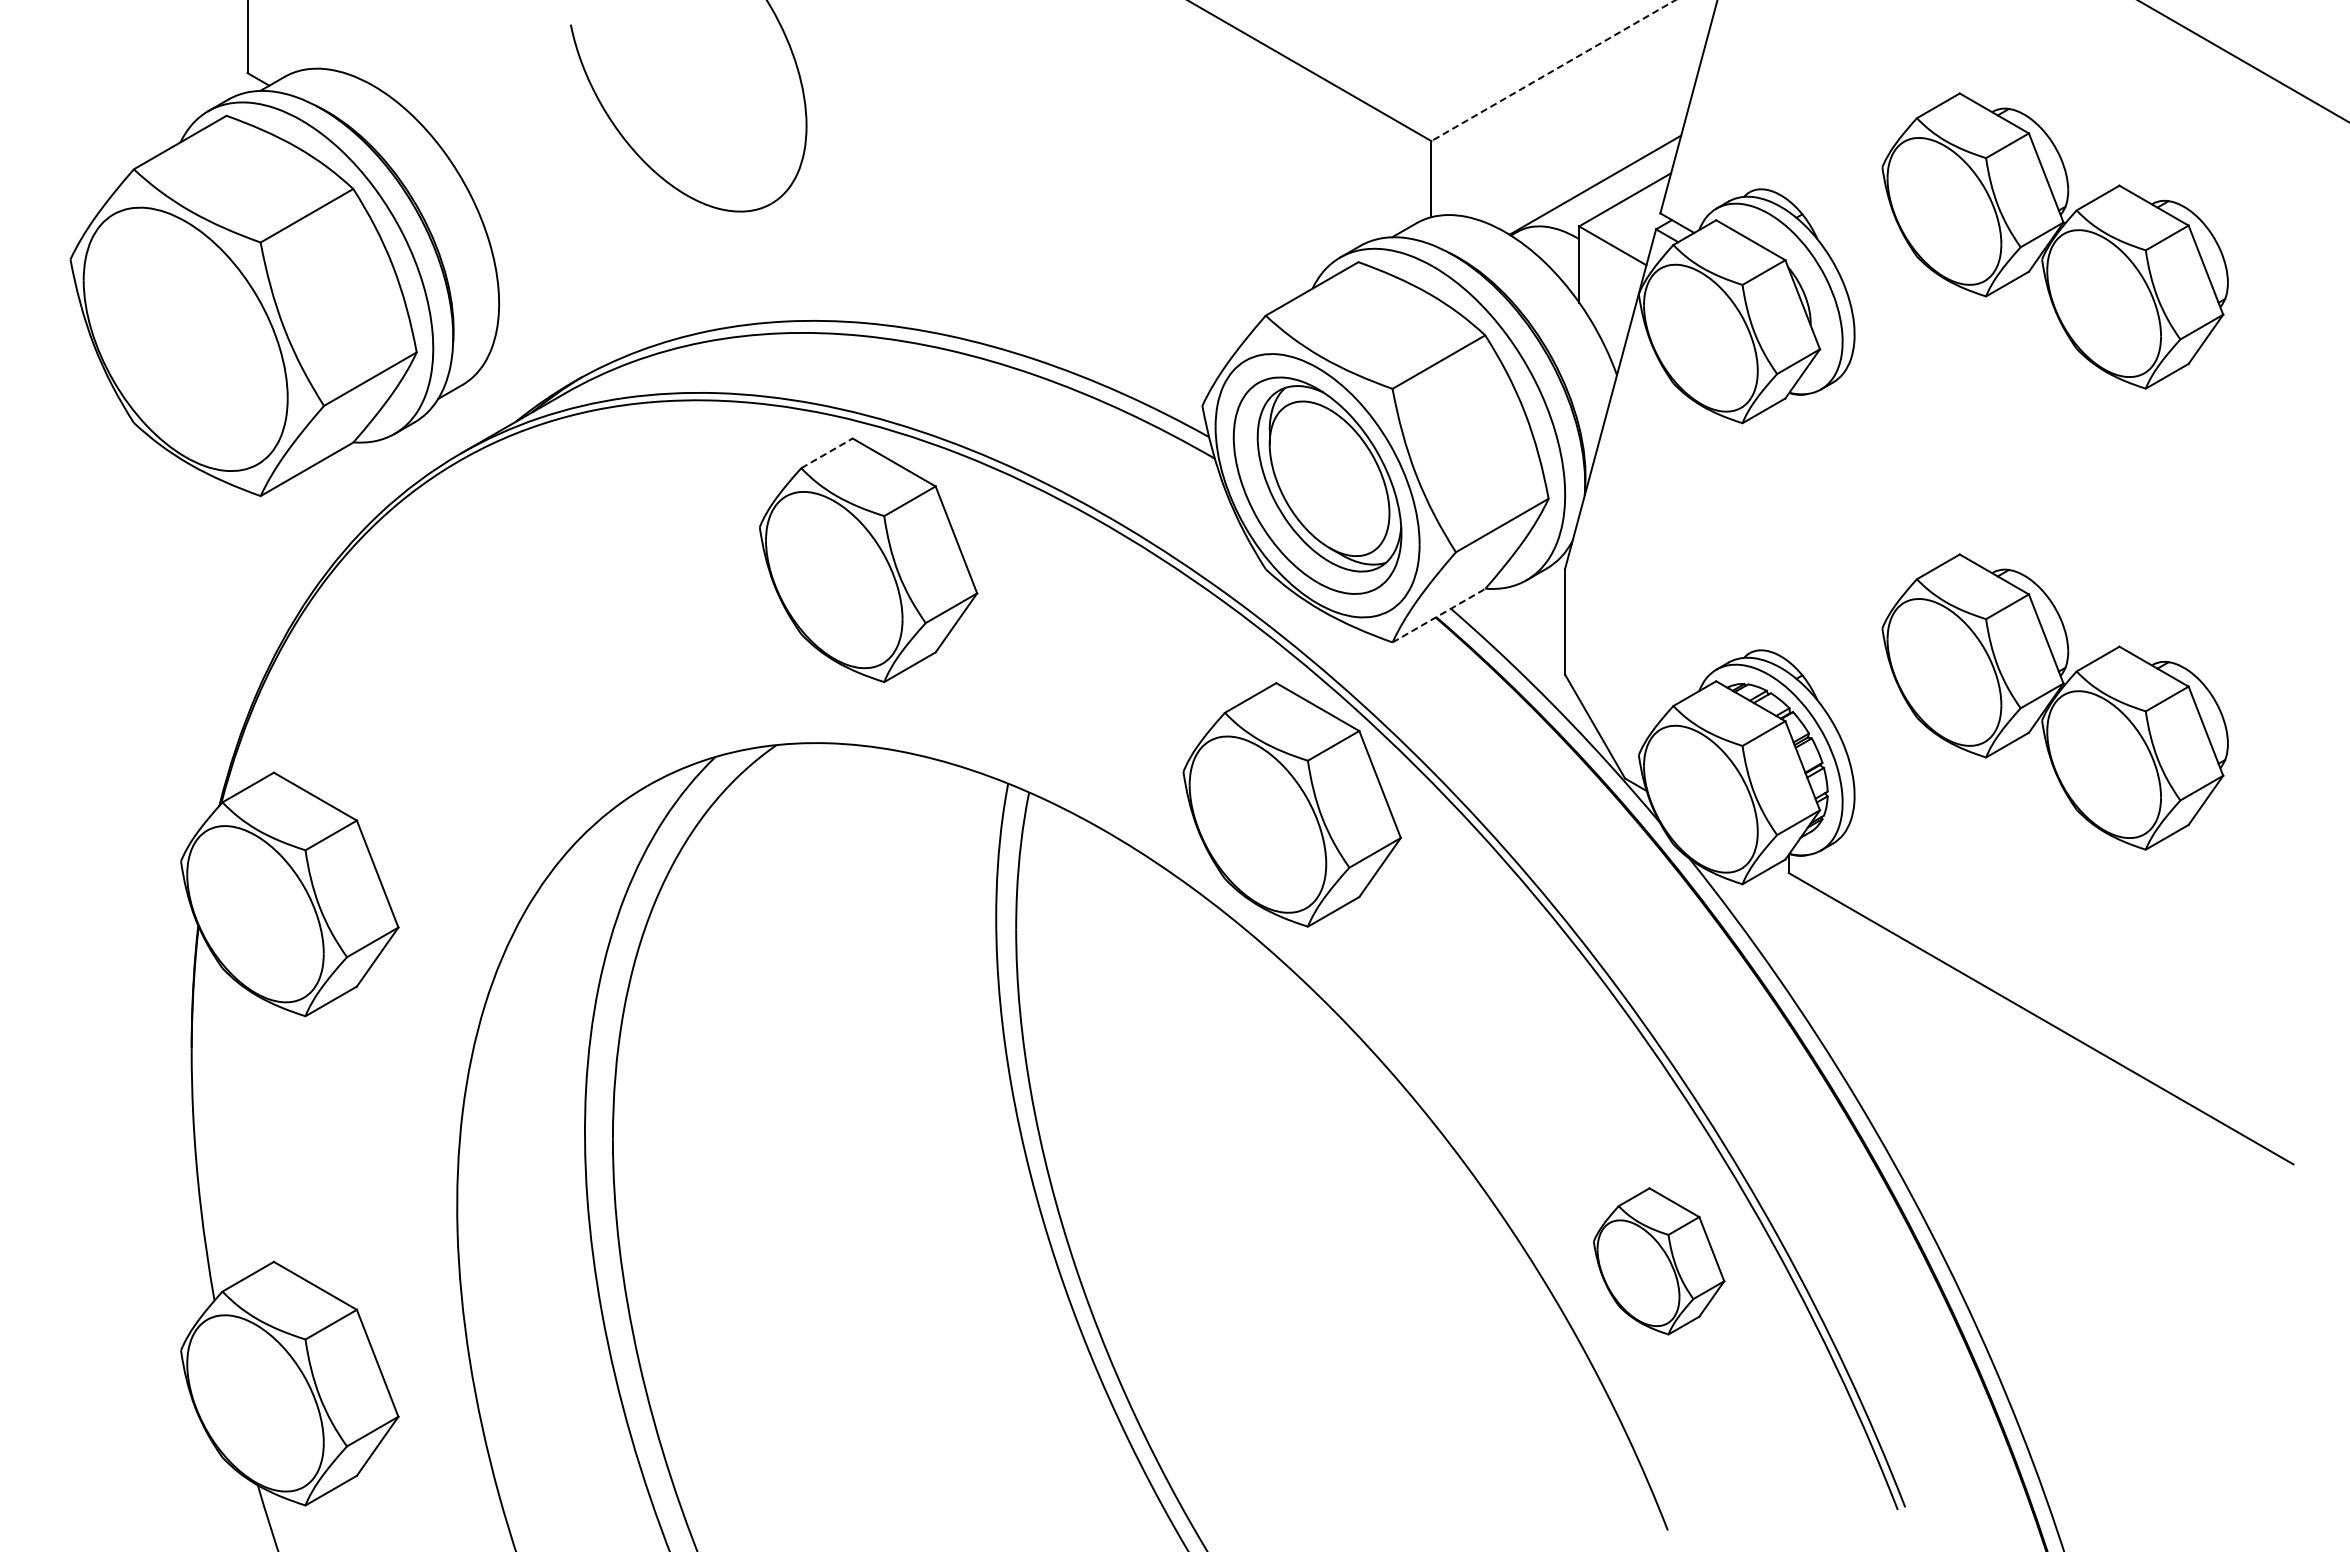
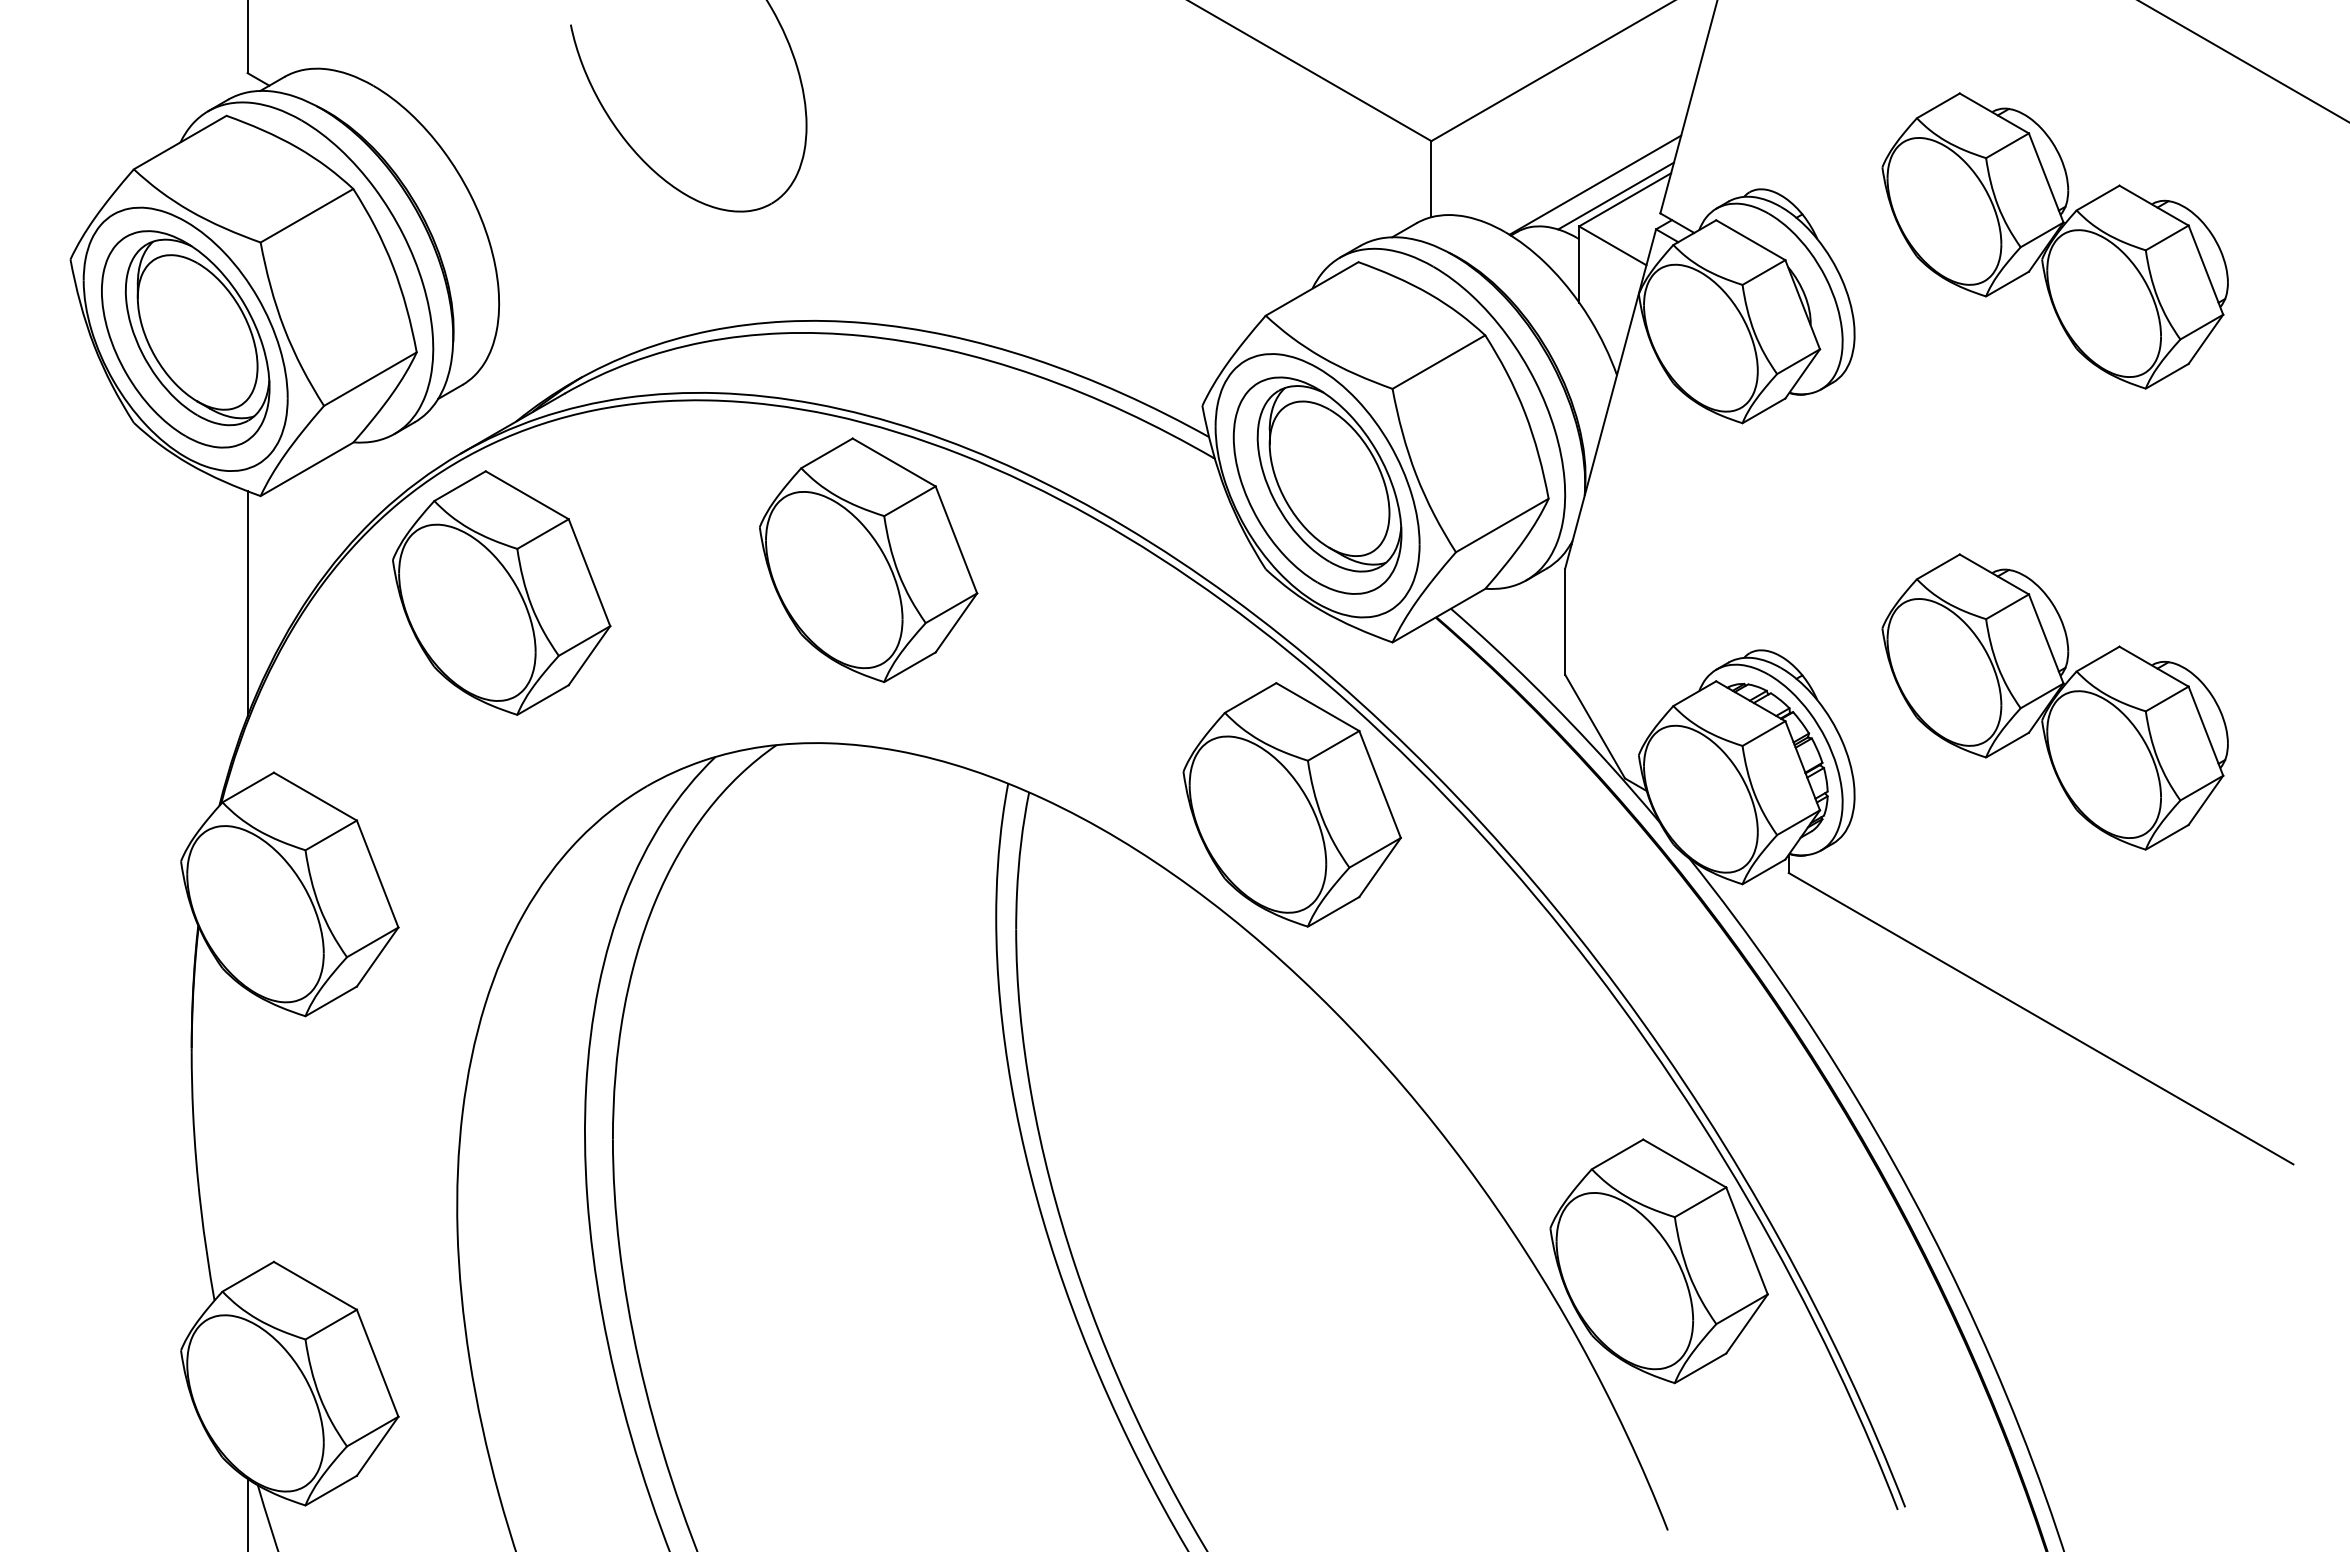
line at (1553, 70): dashed -> solid
line at (1615, 195): none -> present
part at (185, 339): none -> present
line at (826, 453): dashed -> solid
part at (501, 592): none -> present
line at (247, 603): none -> present
line at (1438, 615): dashed -> solid
part at (1659, 1261) size: 133x149 px -> 220x247 px
line at (247, 1513): none -> present
